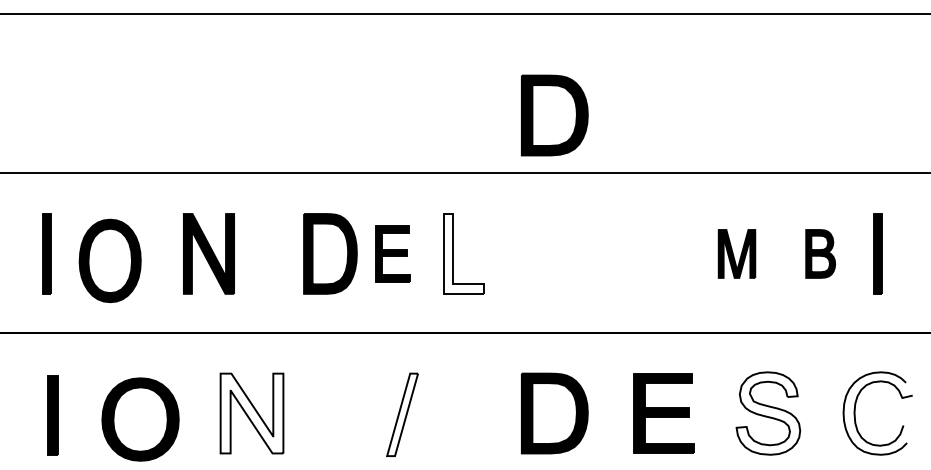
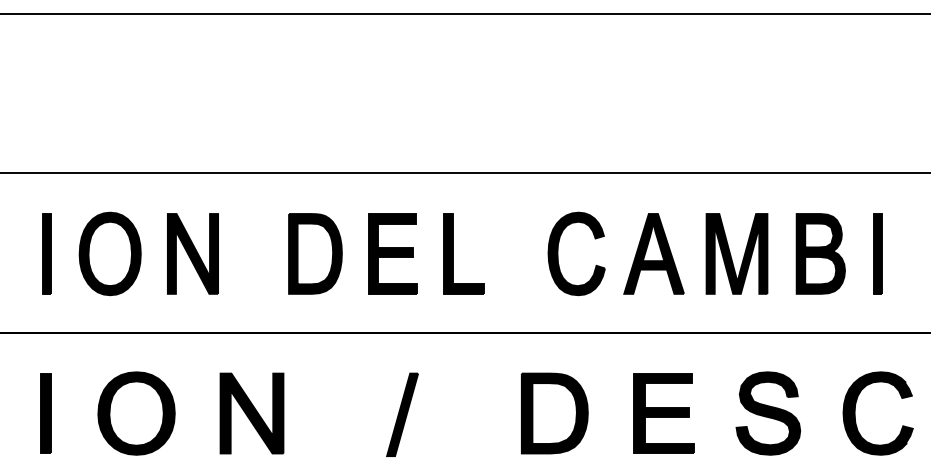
part at (554, 115): present -> none
part at (208, 253) position: (208, 253) -> (192, 253)
part at (330, 253) position: (330, 253) -> (315, 253)
part at (392, 253) size: 36x58 px -> 50x82 px
fill at (464, 253): none -> present
part at (558, 253): none -> present
part at (653, 253): none -> present
part at (736, 253) size: 40x50 px -> 64x82 px
part at (820, 253) size: 31x50 px -> 51x82 px
part at (109, 260) position: (109, 260) -> (109, 253)
fill at (251, 413): none -> present
fill at (768, 413): none -> present
fill at (878, 413): none -> present
fill at (402, 414): none -> present
part at (52, 415) position: (52, 415) -> (45, 413)
part at (140, 419) position: (140, 419) -> (136, 413)
